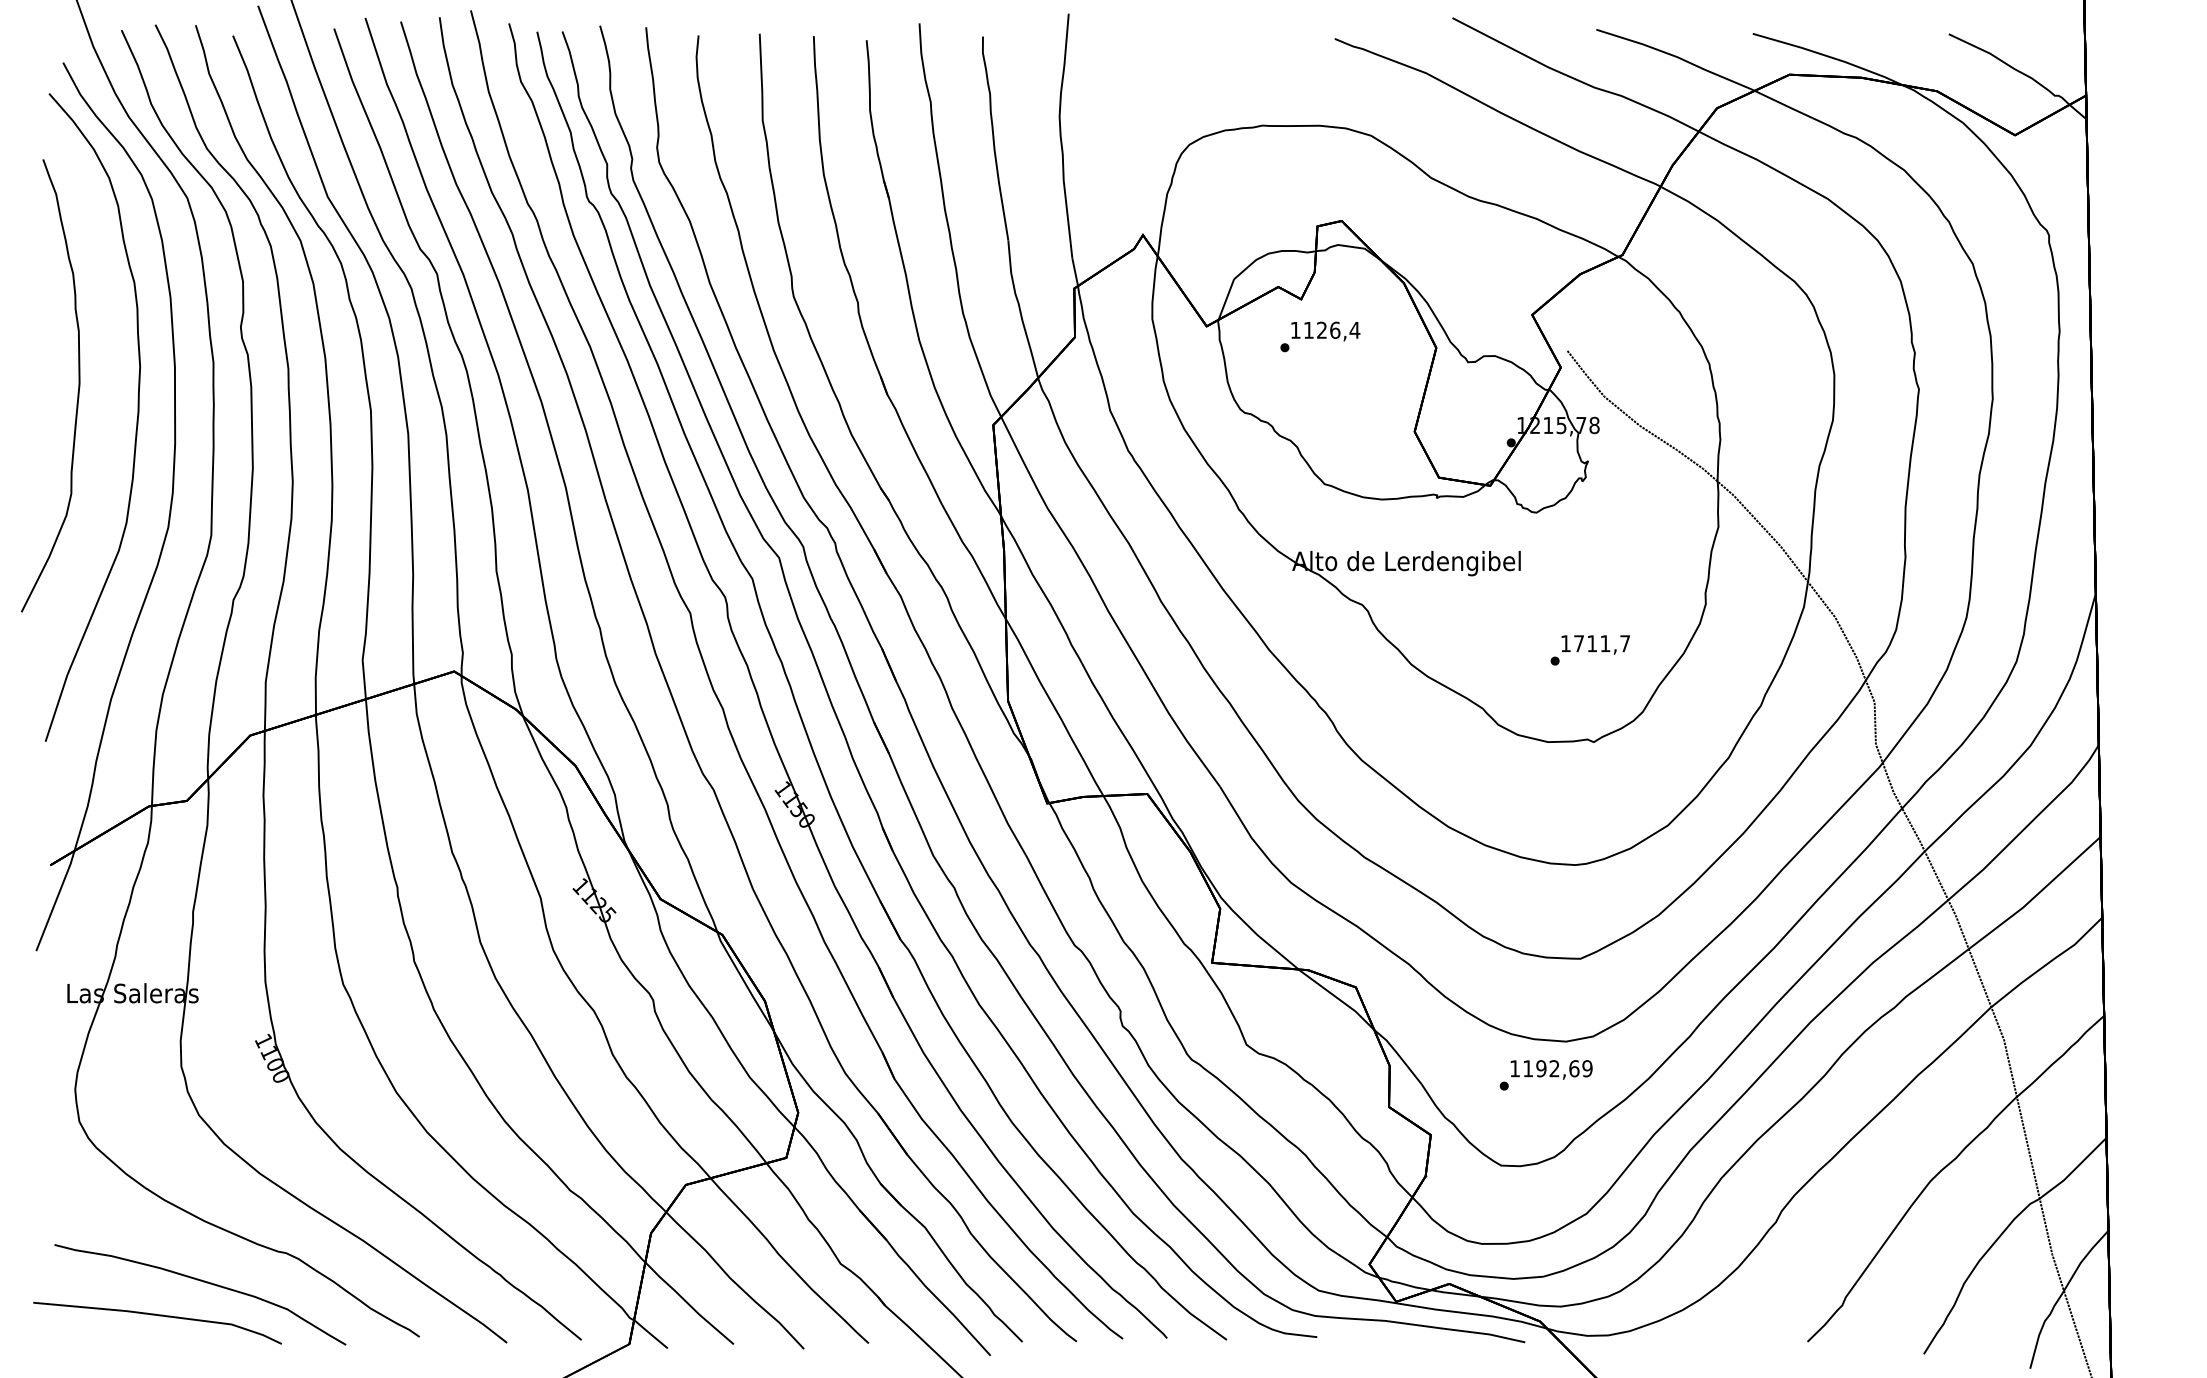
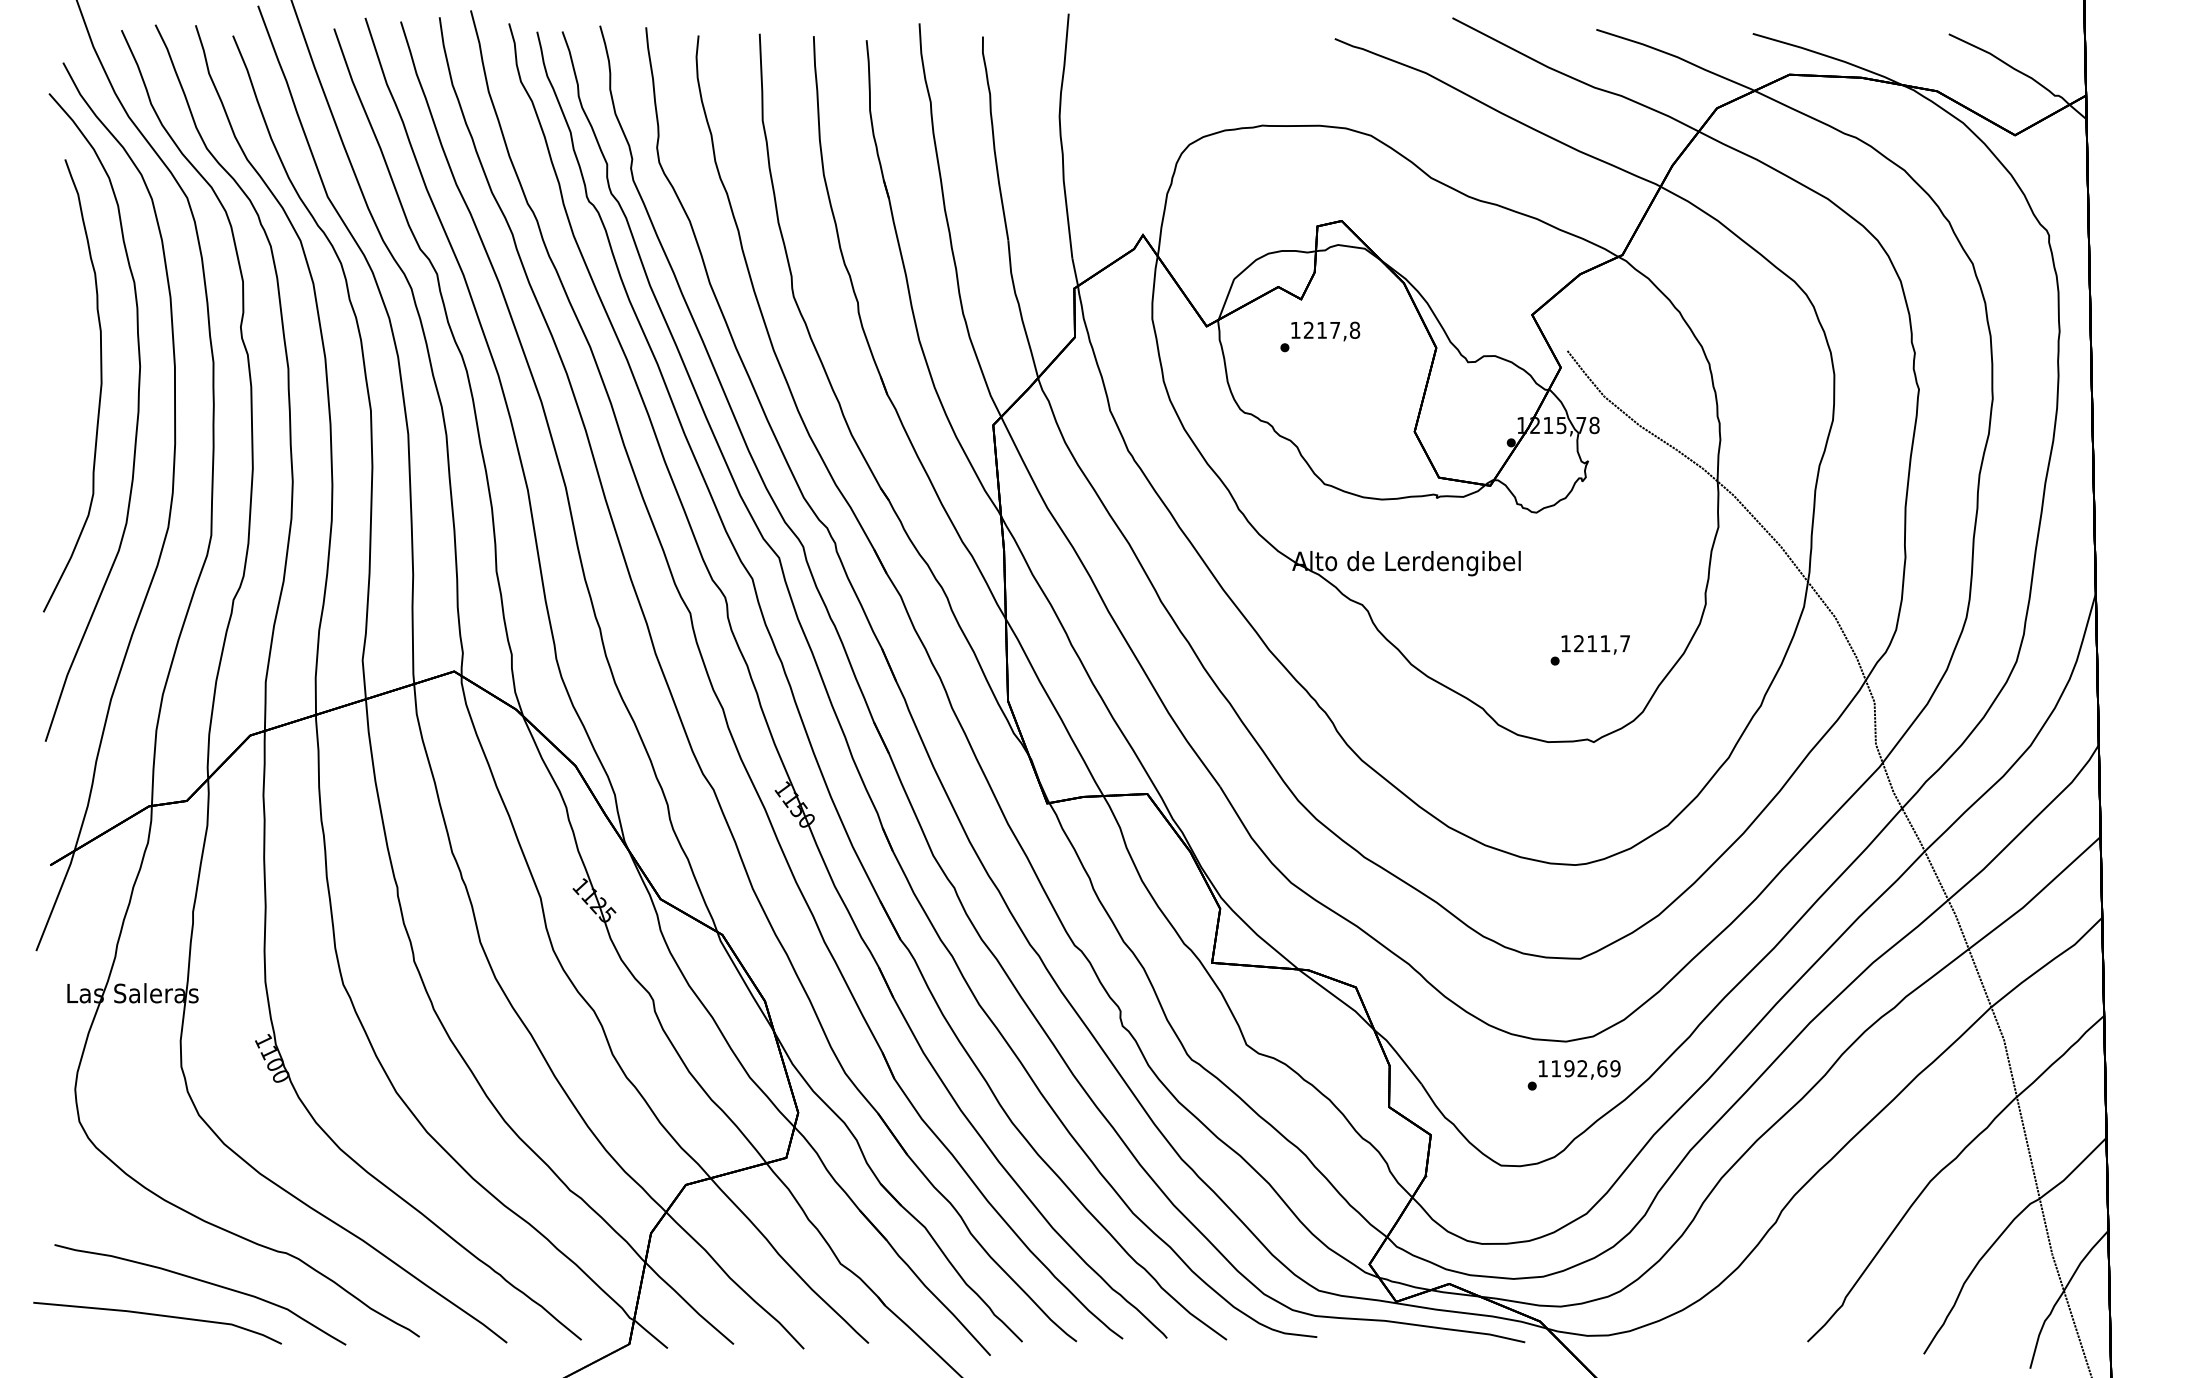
text at (1331, 329): 1126,4 -> 1217,8
curve at (77, 392) position: (77, 392) -> (99, 392)
text at (1578, 643): 1711,7 -> 1211,7
text at (1545, 1075) position: (1545, 1075) -> (1573, 1075)
